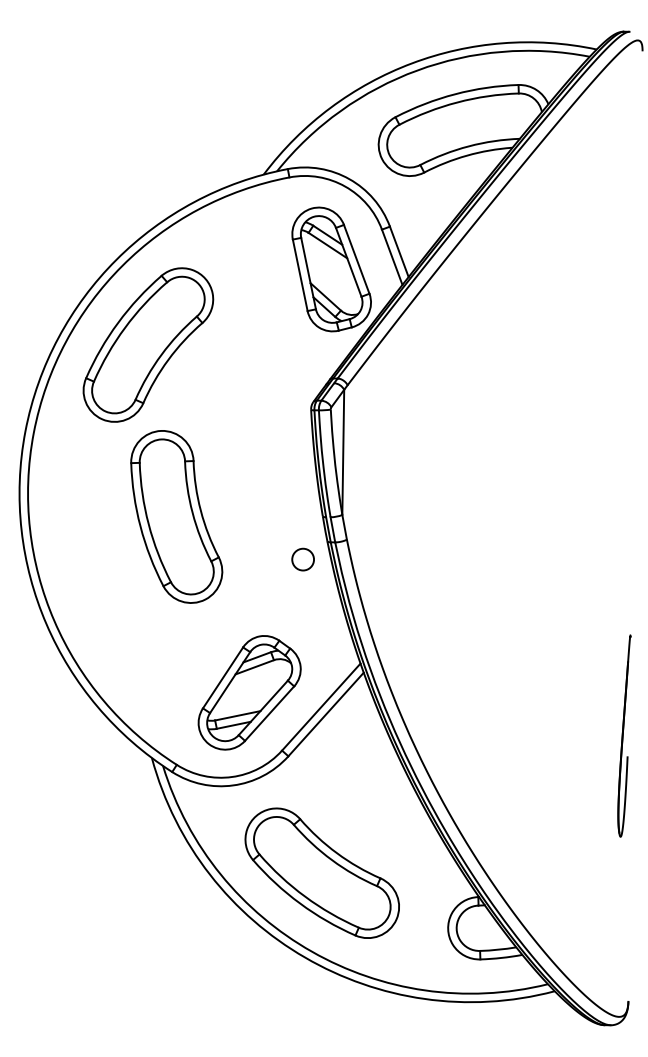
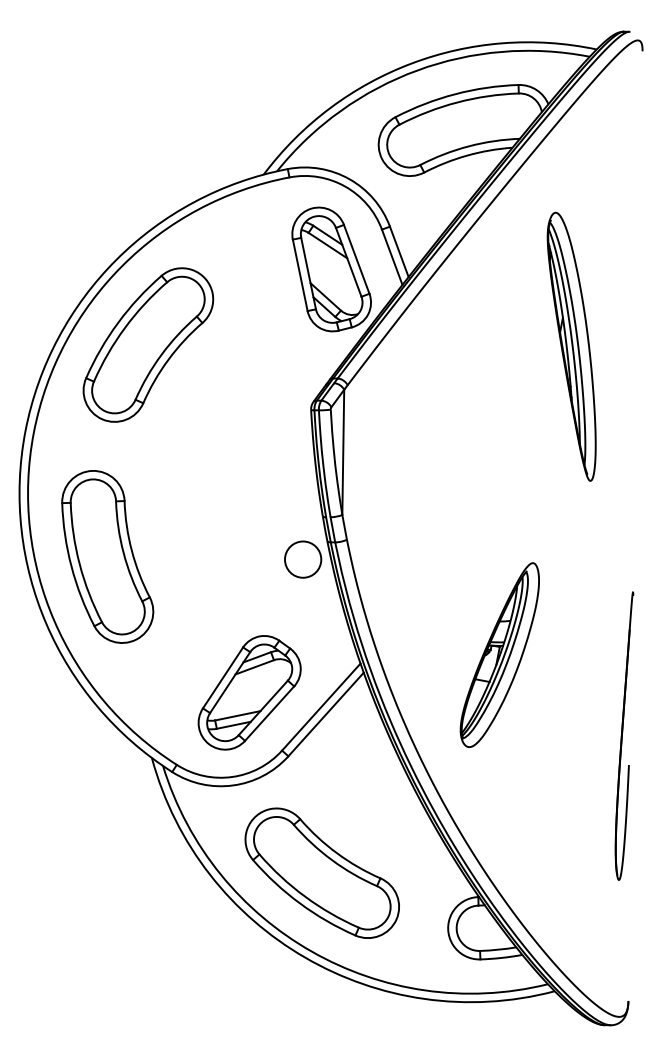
part at (571, 346): none -> present
part at (176, 516) position: (176, 516) -> (107, 556)
circle at (303, 559) diameter: 22 px -> 36 px
part at (499, 654): none -> present
part at (624, 735) size: 15x204 px -> 21x290 px
